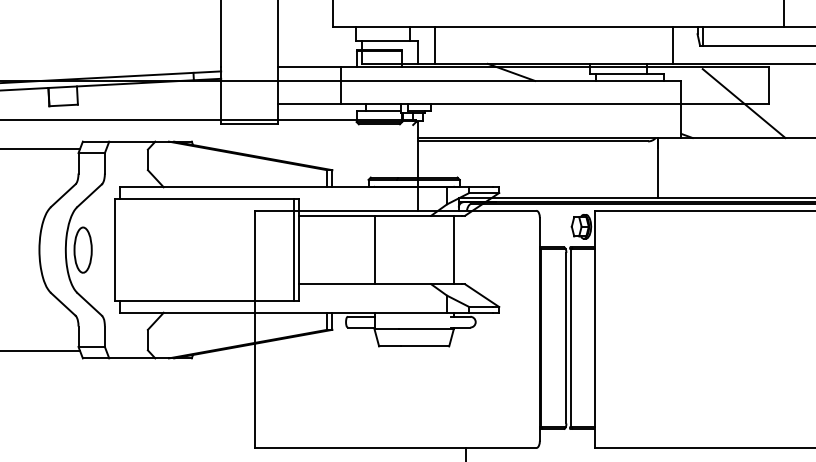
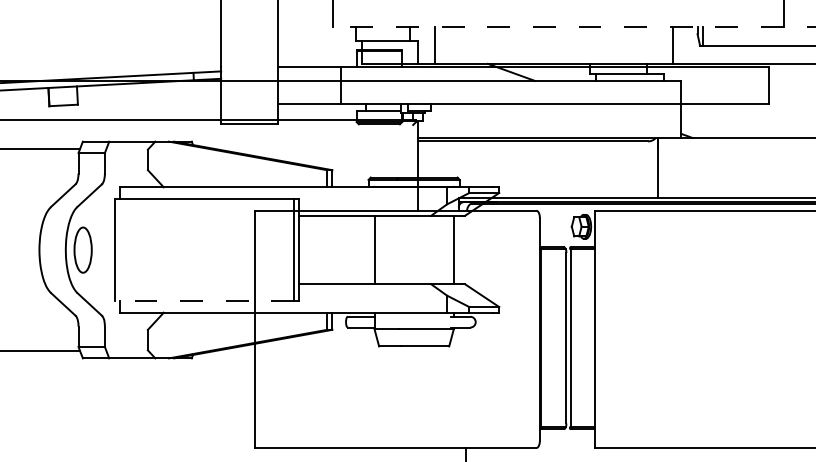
line at (574, 27): solid -> dashed
line at (743, 103): present -> none
line at (204, 301): solid -> dashed
